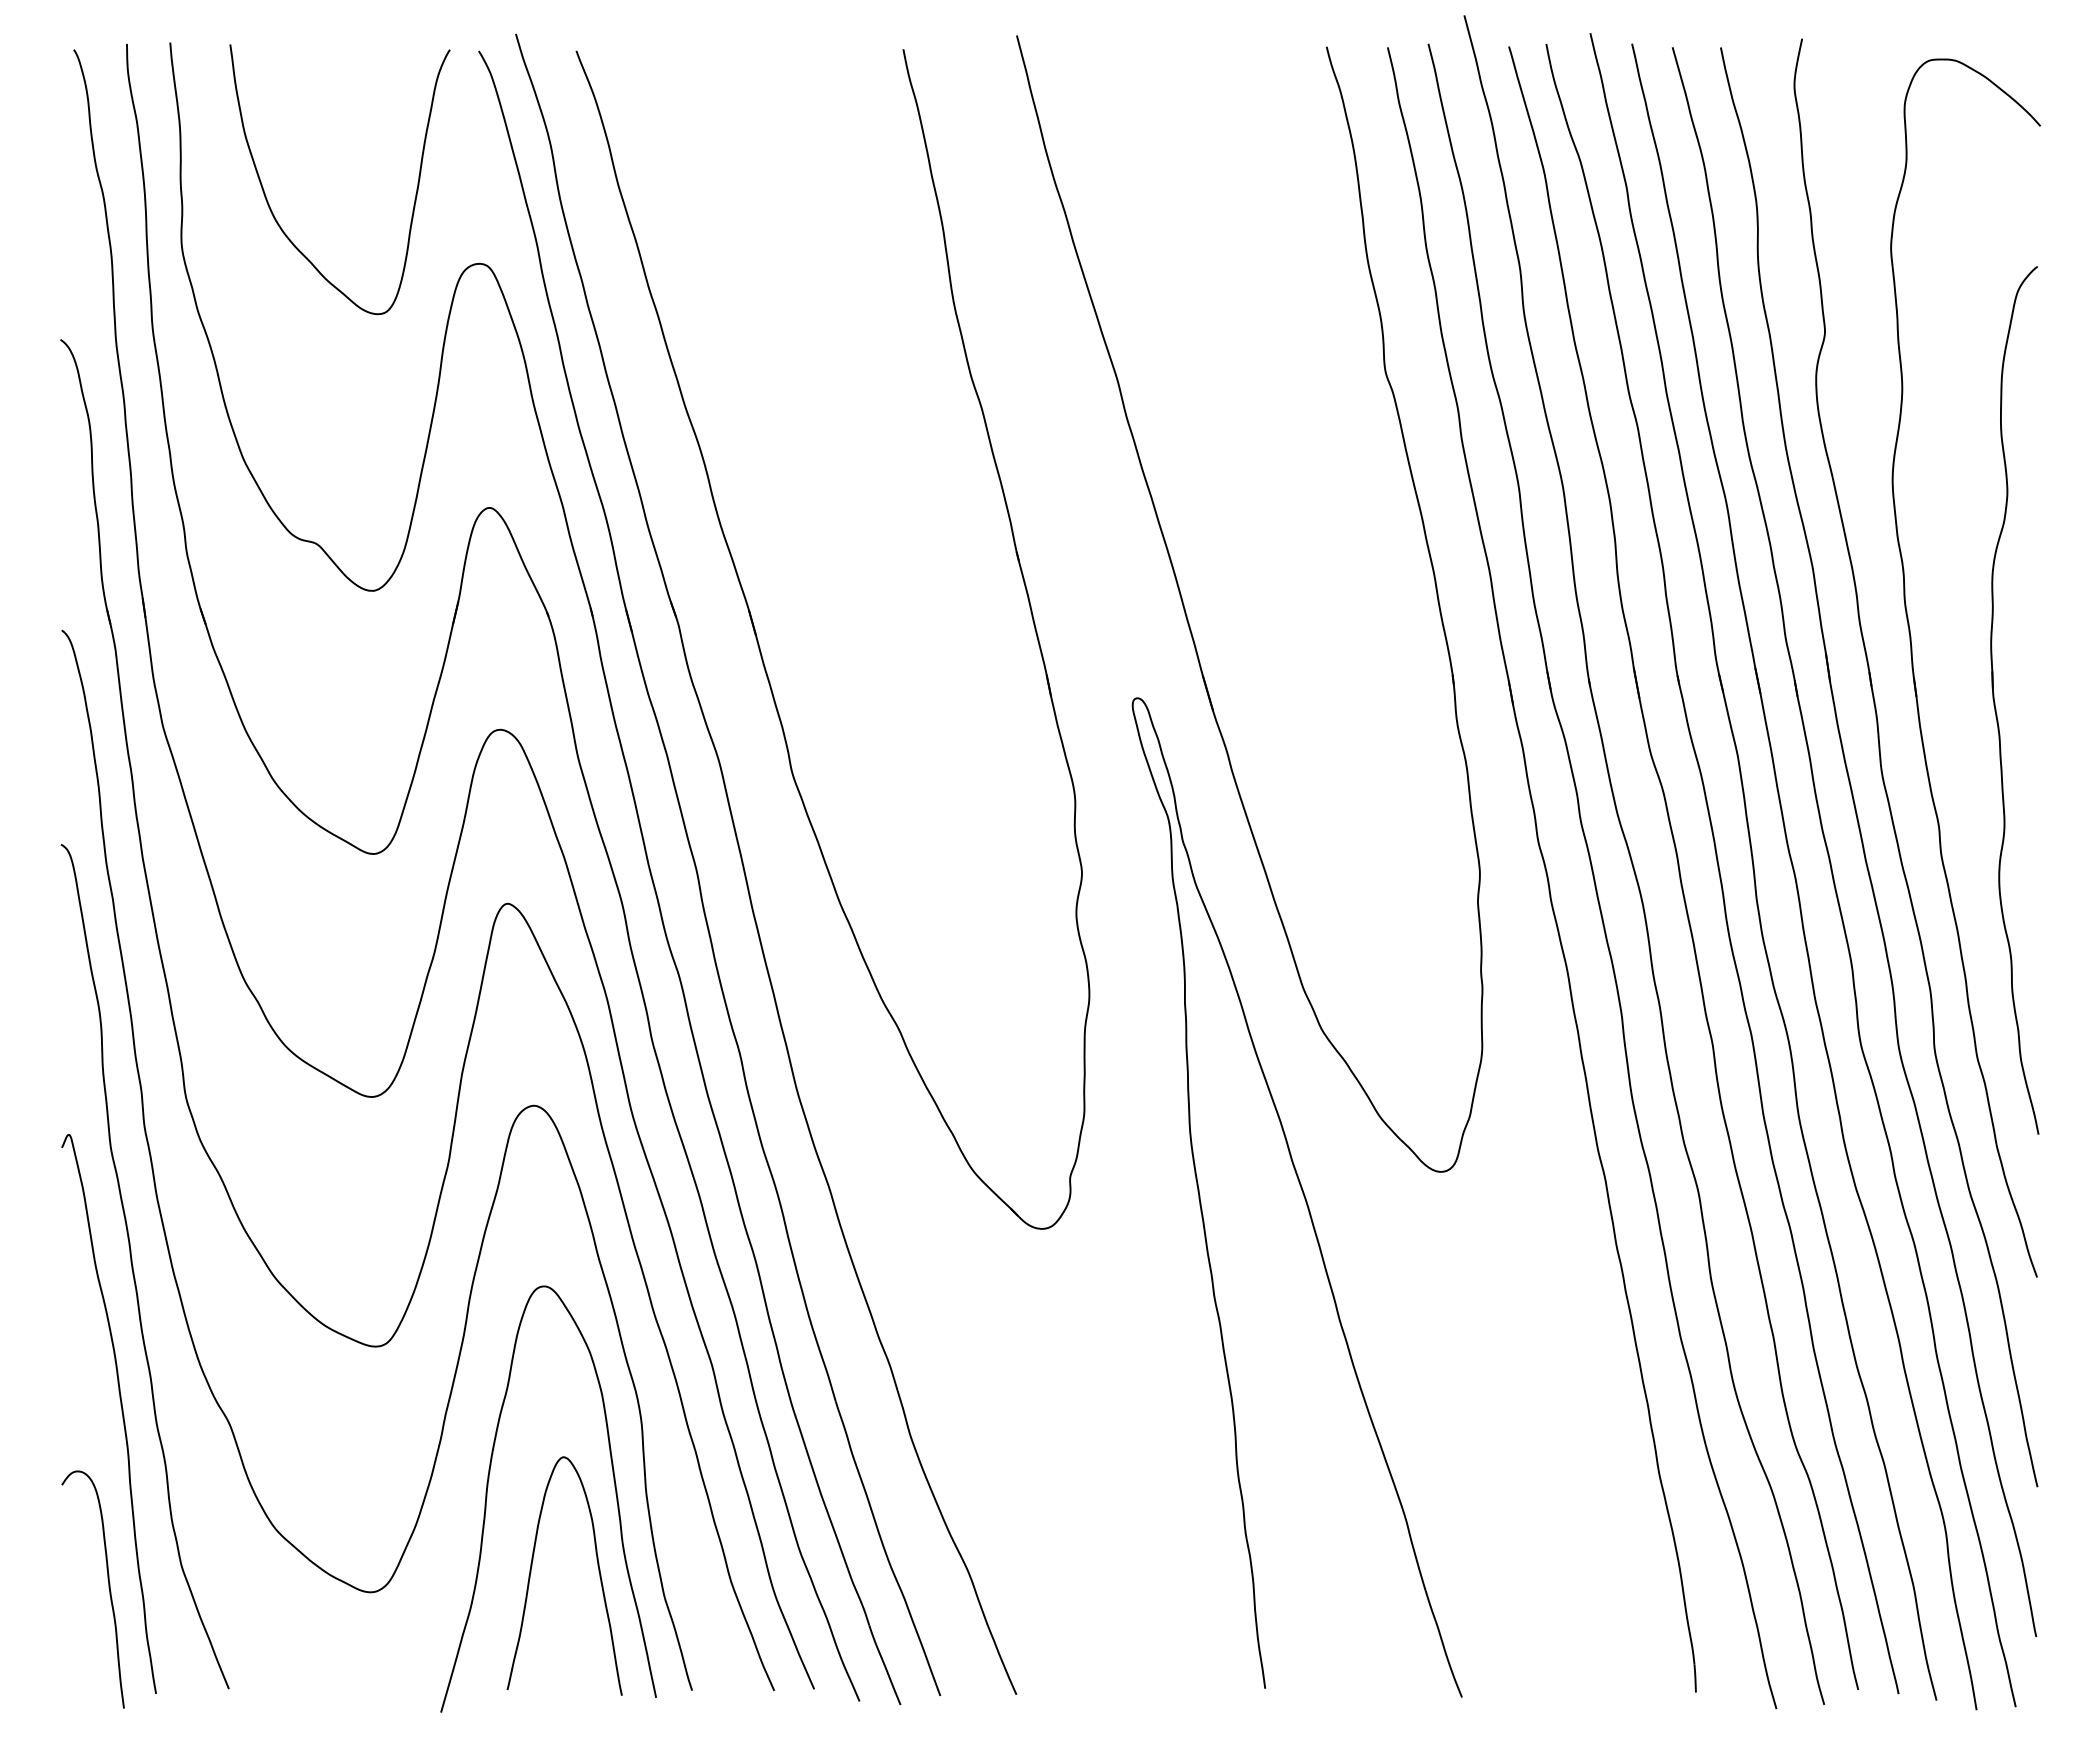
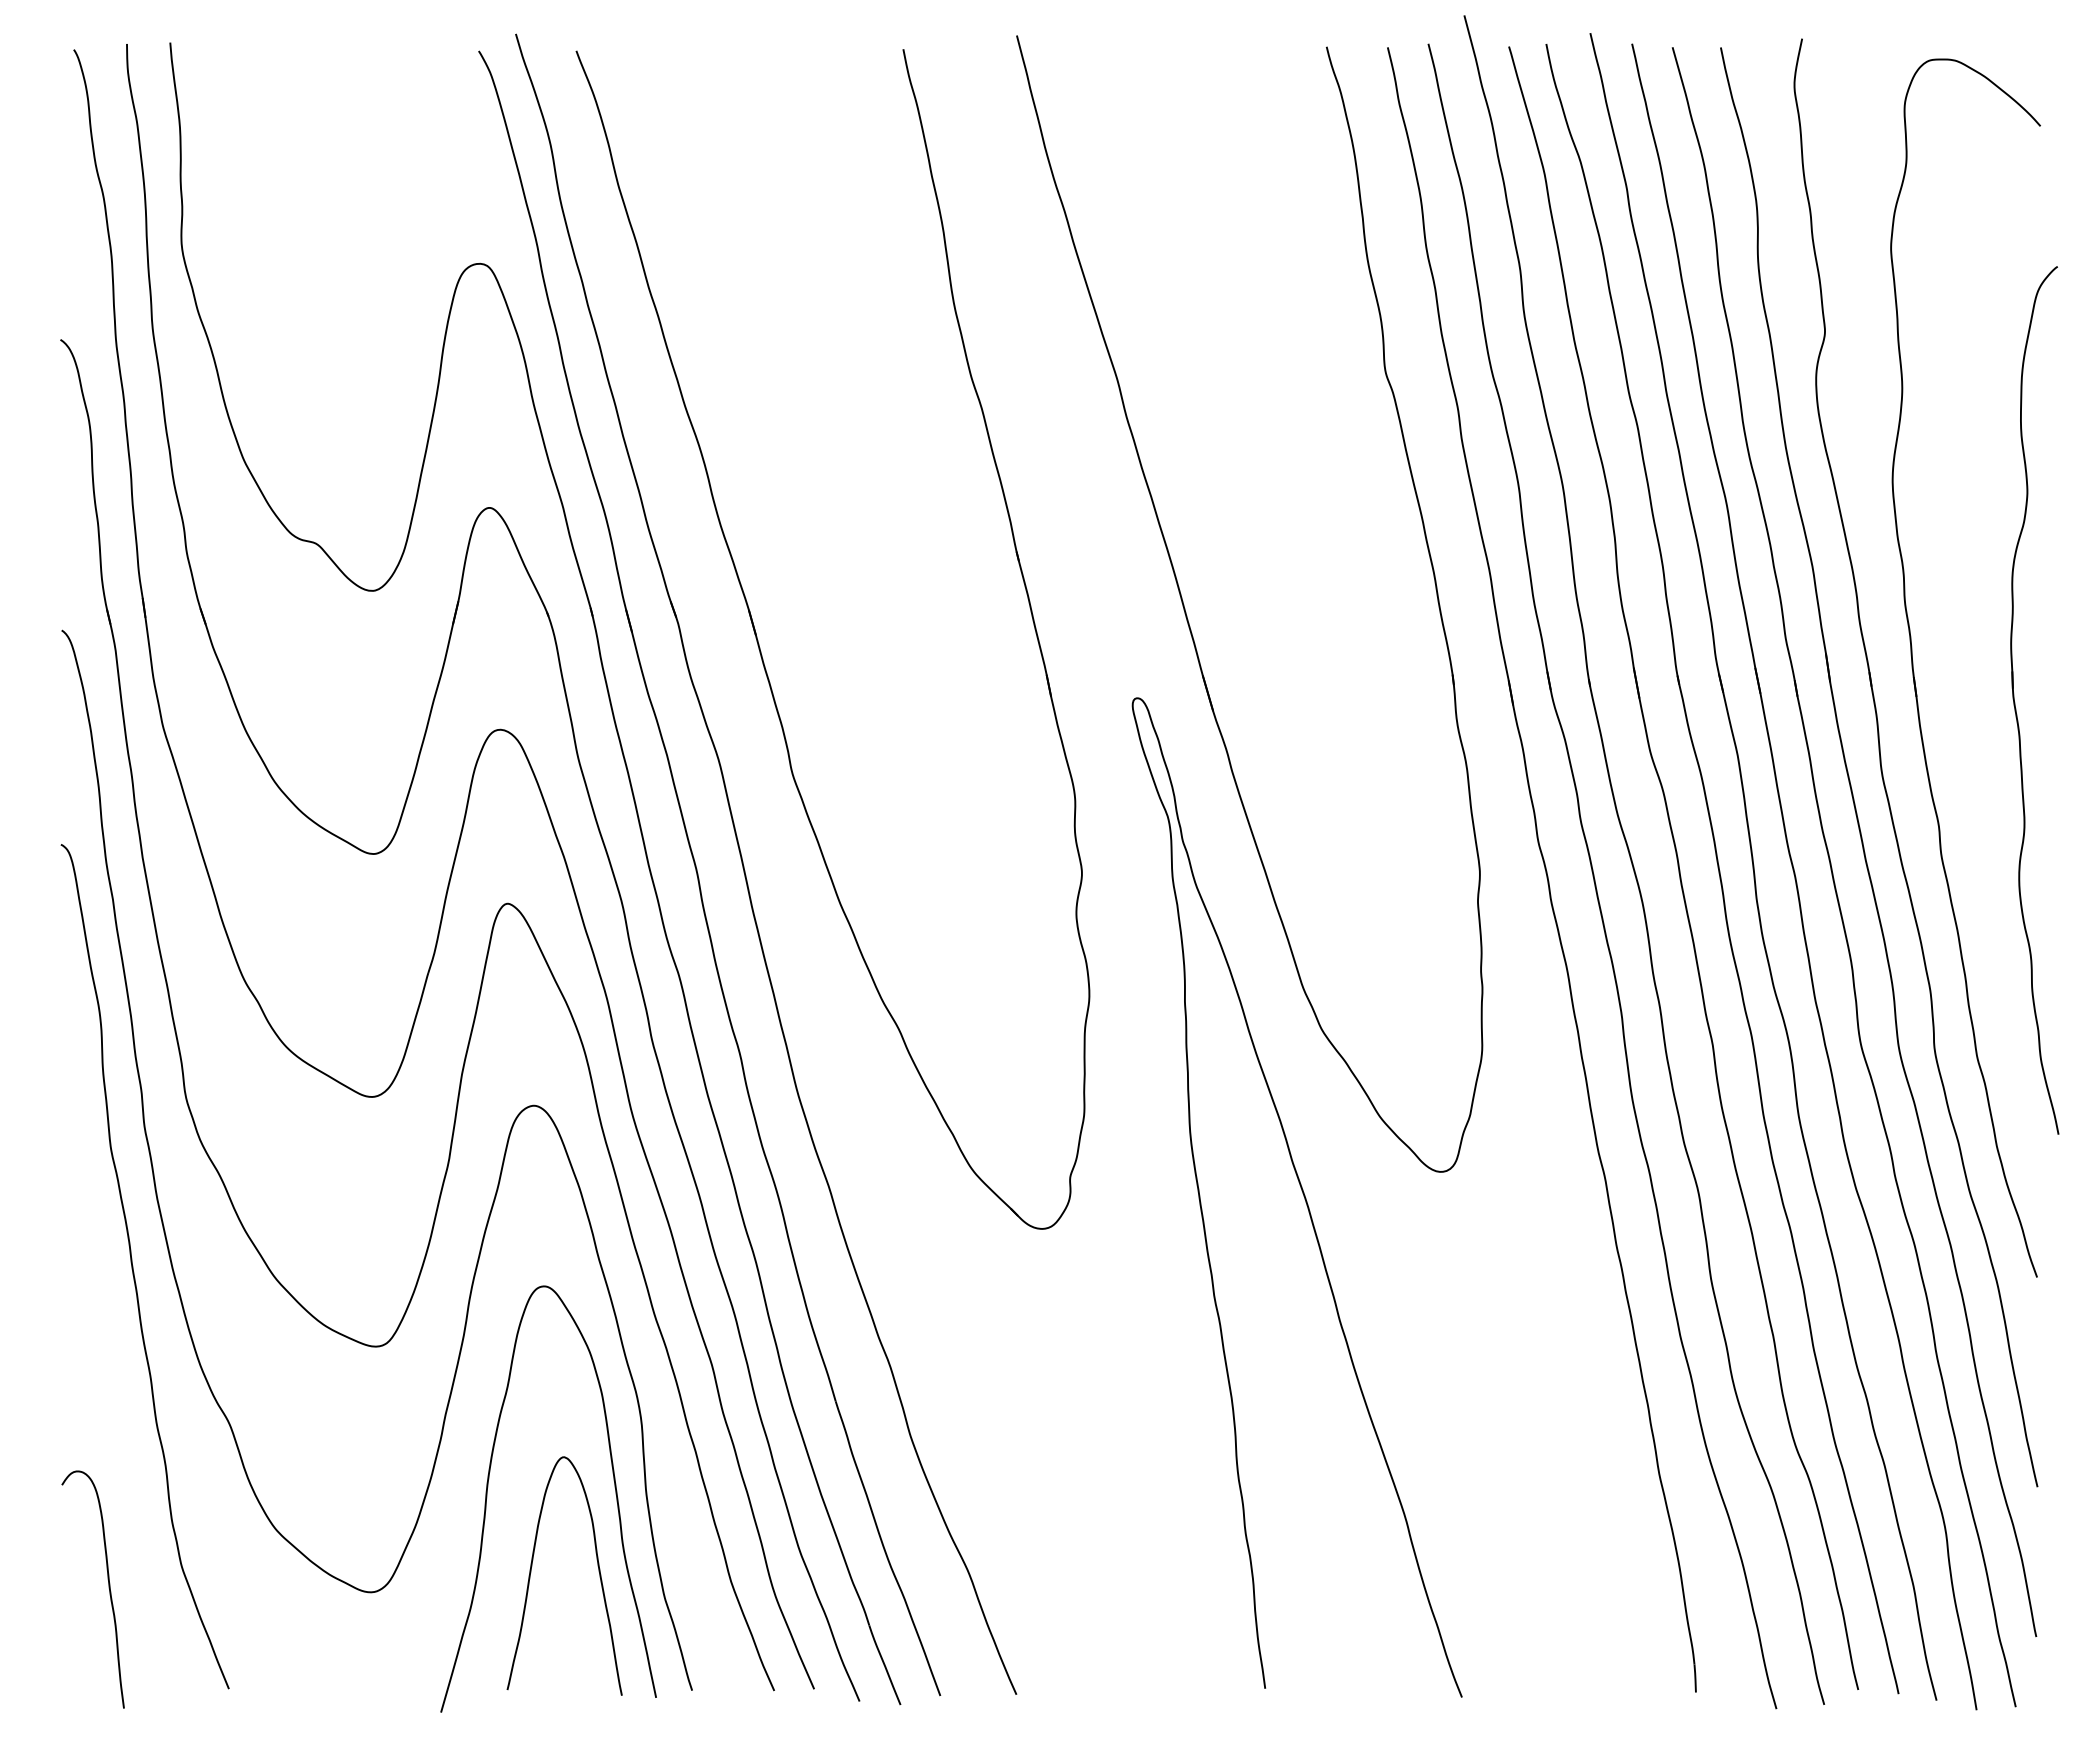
curve at (271, 208): present -> none
part at (1995, 702) position: (1995, 702) -> (2015, 702)
curve at (121, 1412): present -> none
